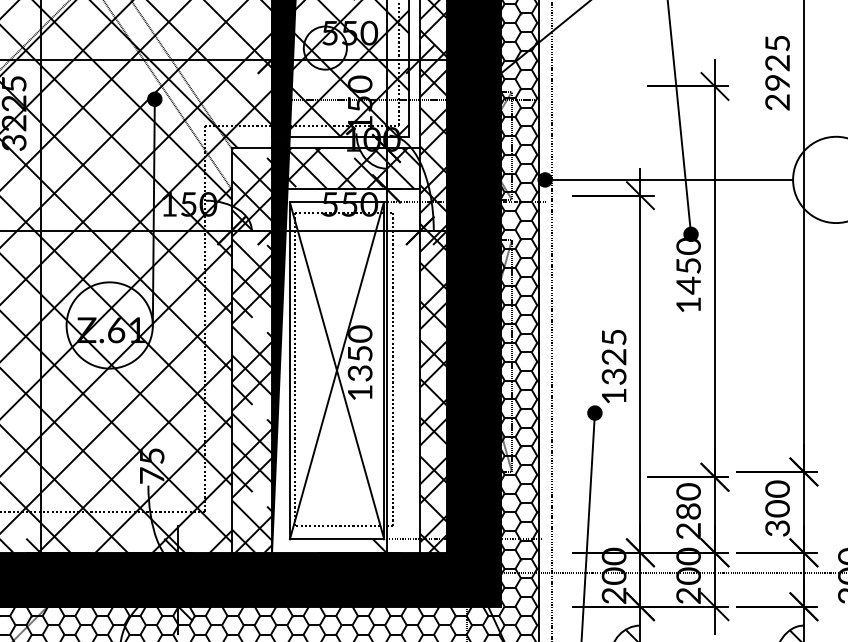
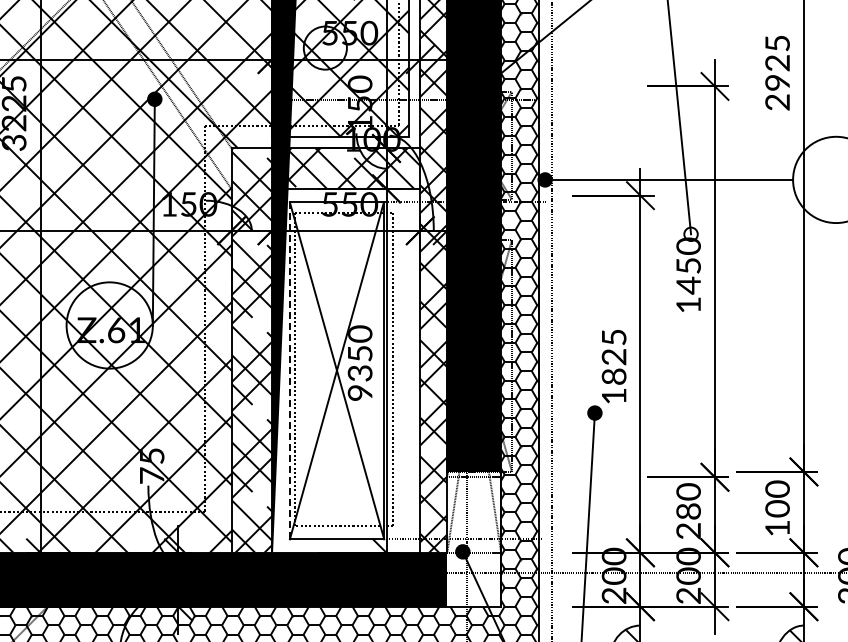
fill at (690, 234): present -> none
line at (289, 370): solid -> dashed
text at (613, 376): 1325 -> 1825
text at (359, 392): 1350 -> 9350
text at (777, 528): 300 -> 100
fill at (474, 538): present -> none
